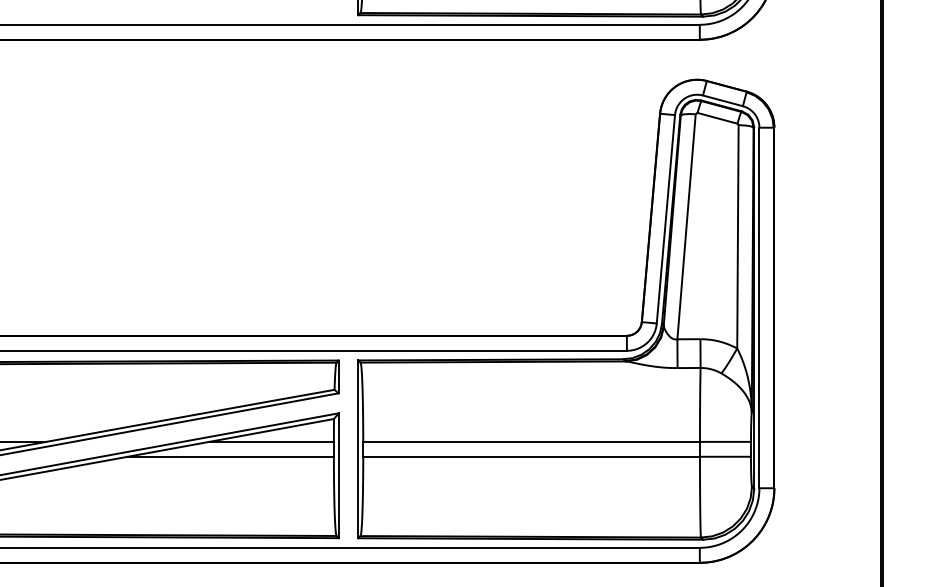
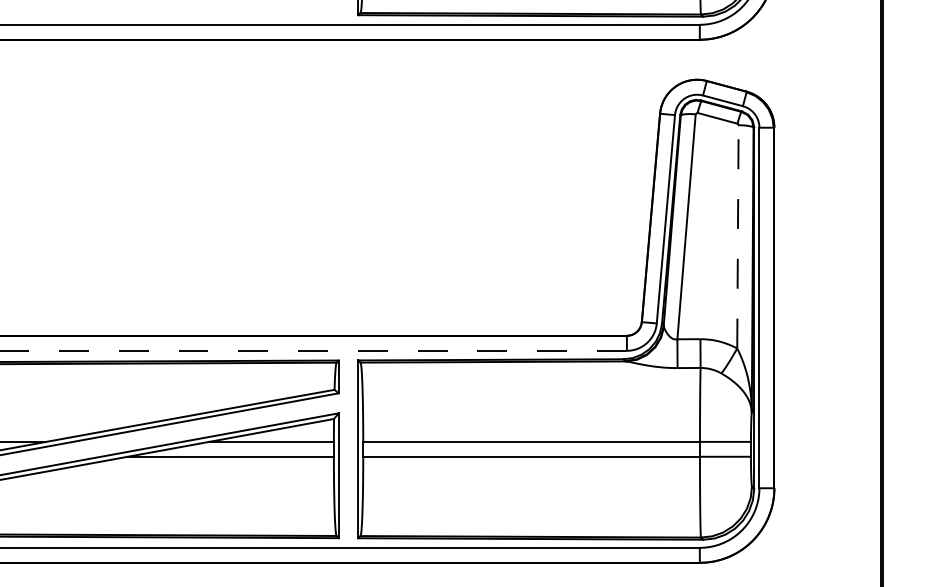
line at (737, 236): solid -> dashed
line at (313, 350): solid -> dashed
